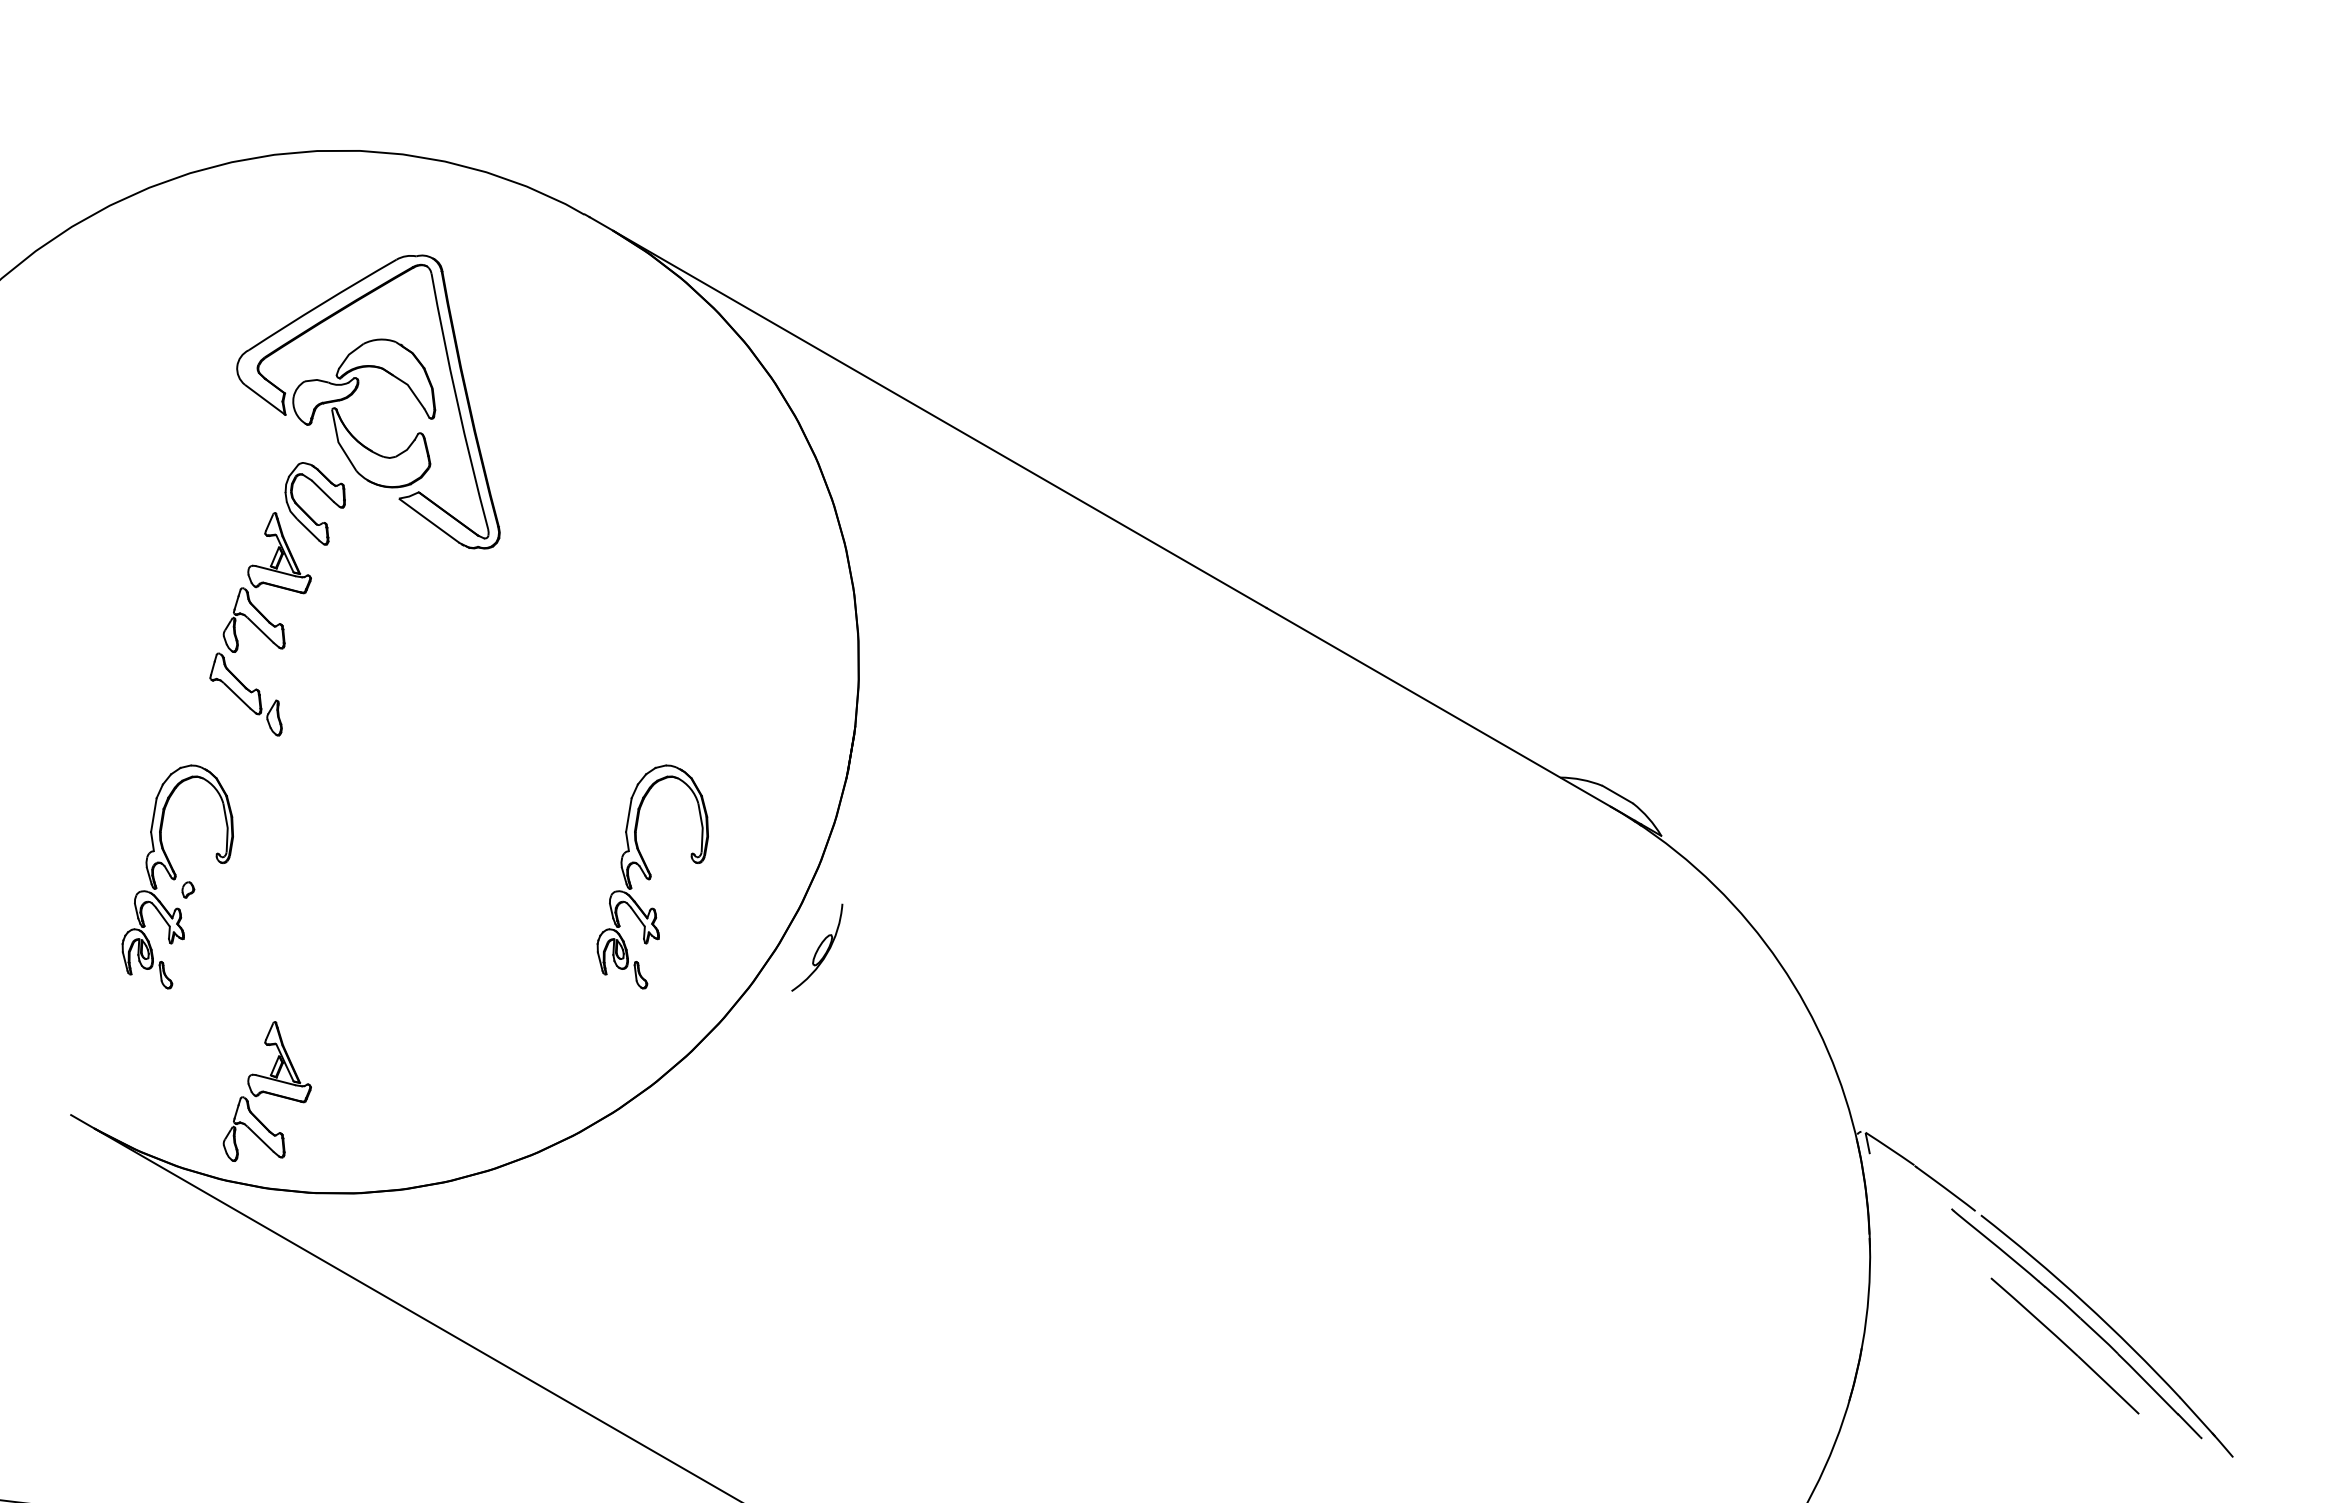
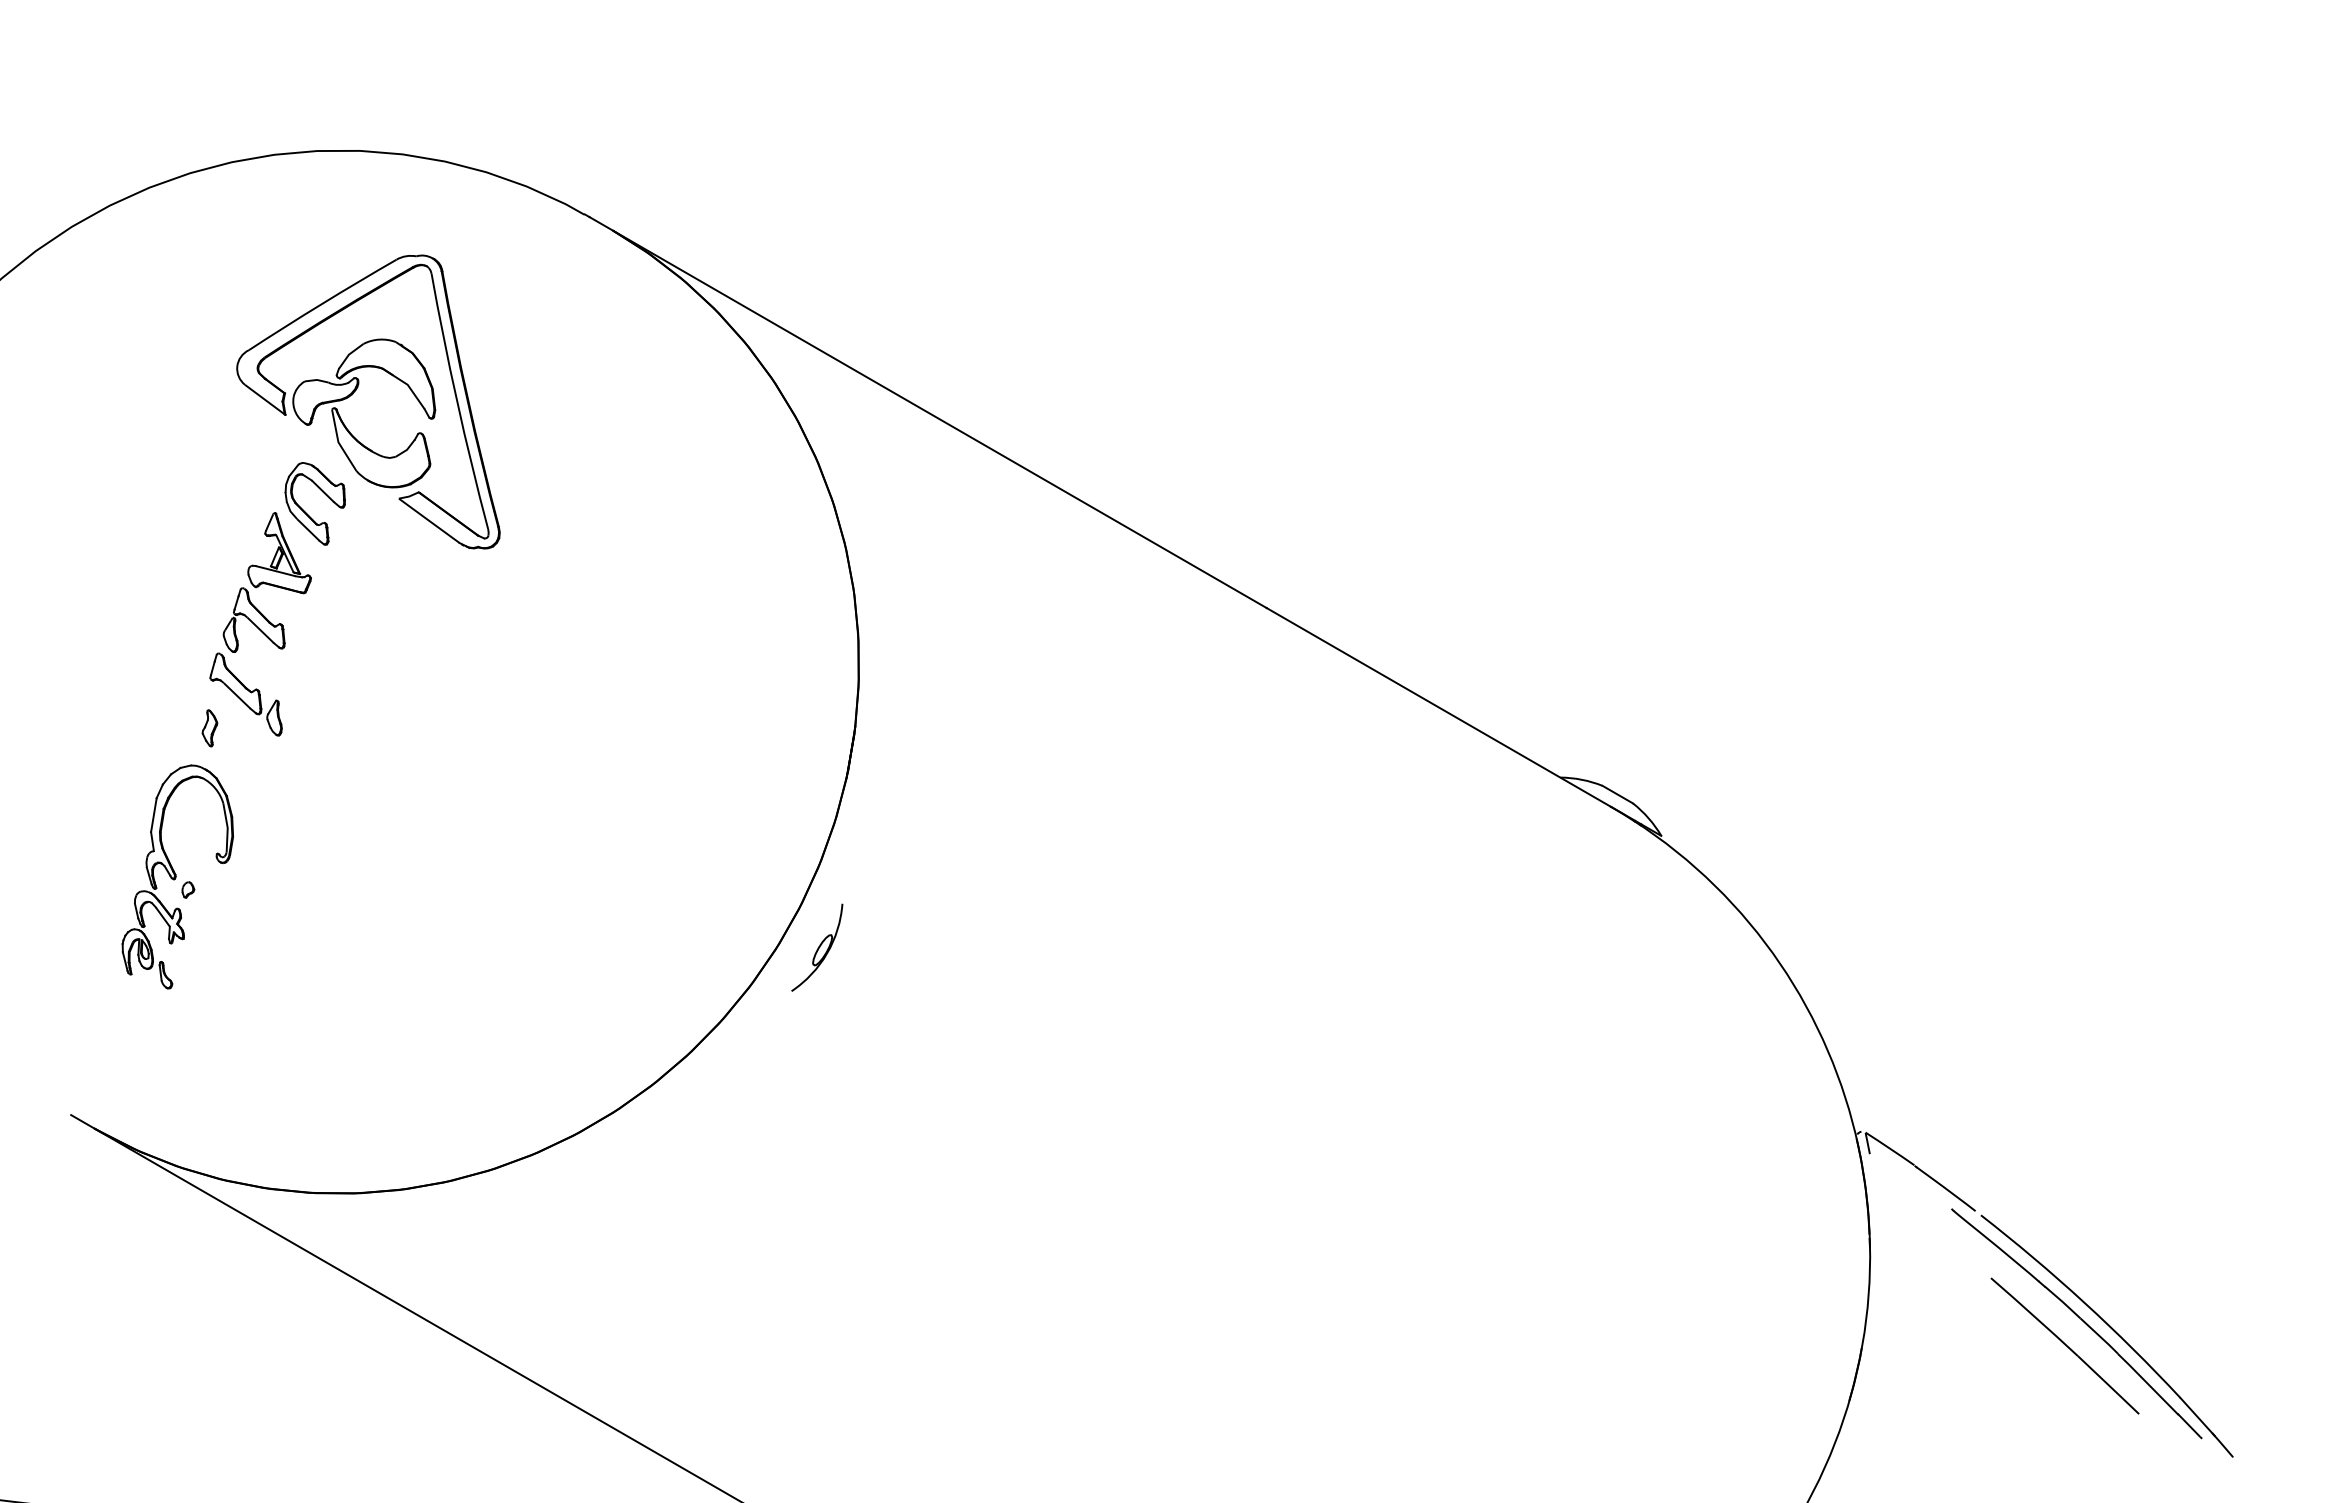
part at (209, 728): none -> present
part at (652, 876): present -> none
part at (266, 1091): present -> none
